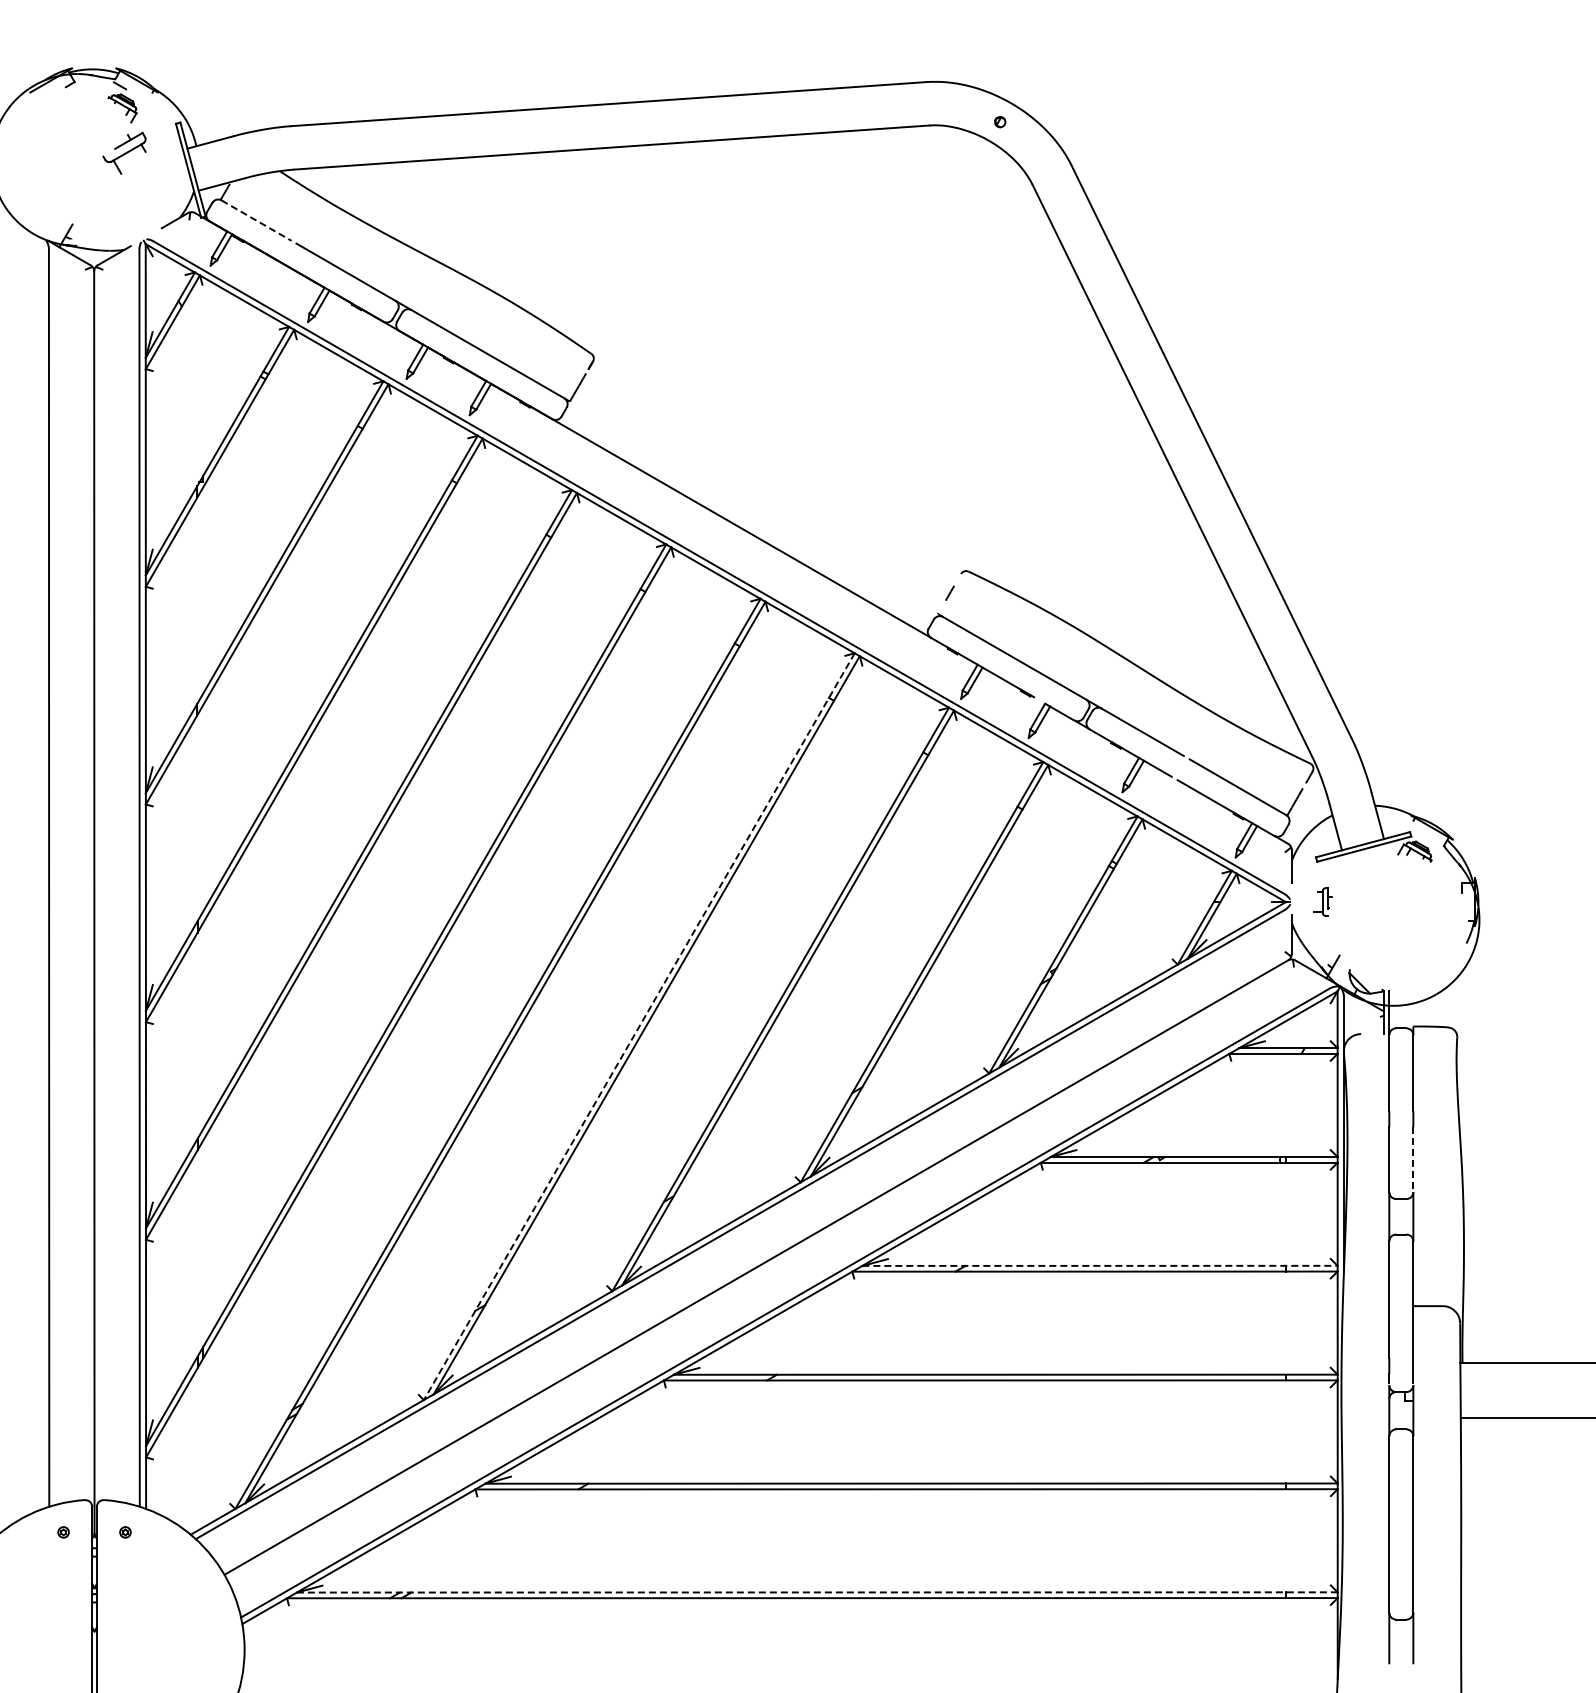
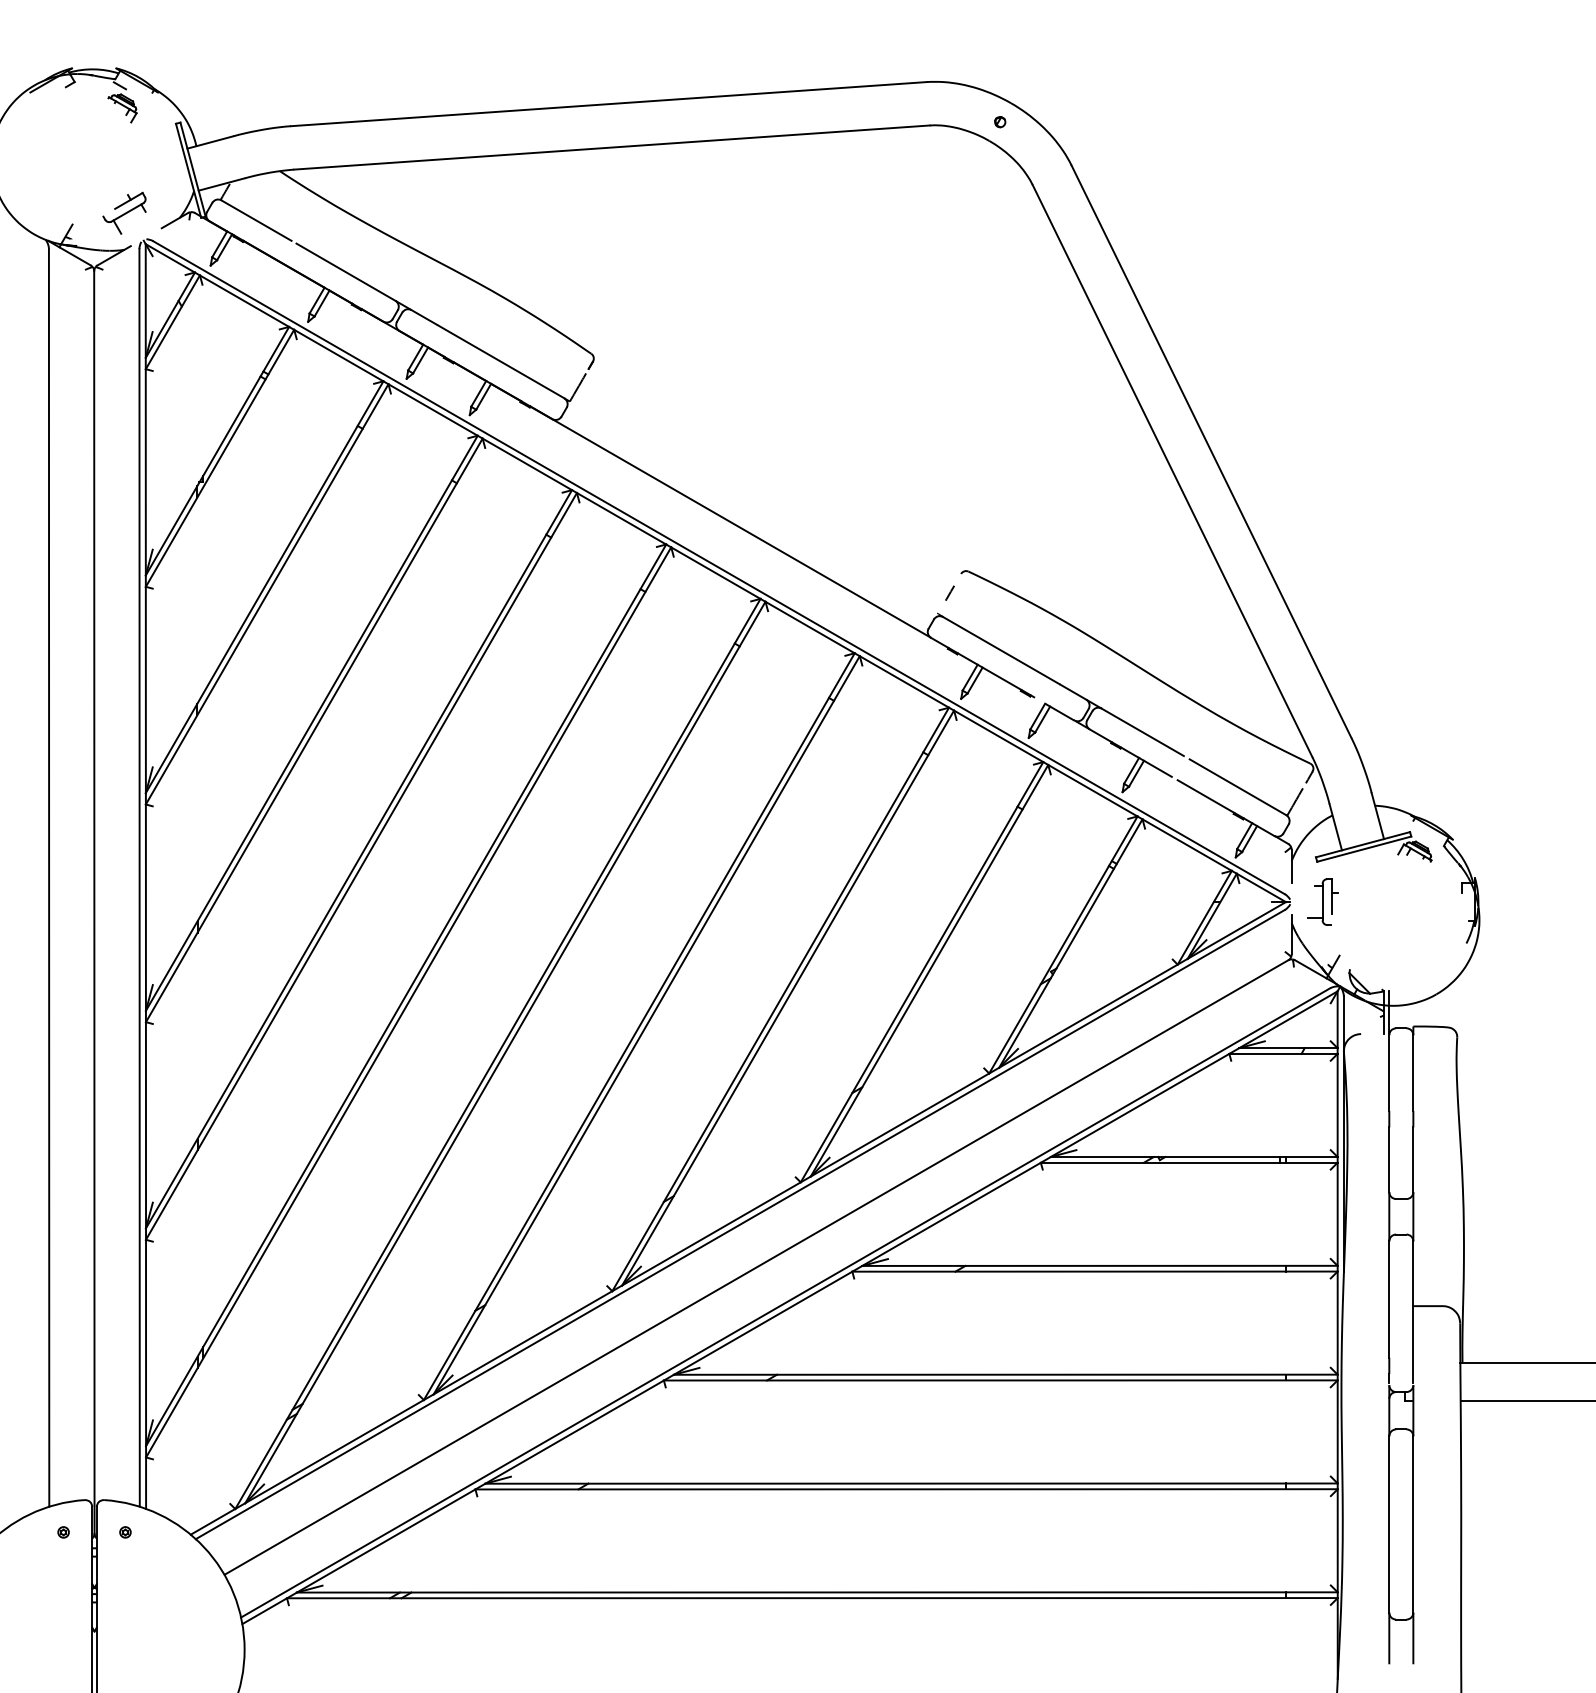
part at (124, 152) position: (124, 152) -> (124, 212)
line at (257, 220): dashed -> solid
part at (1322, 901) size: 20x30 px -> 32x48 px
line at (639, 1027): dashed -> solid
line at (1413, 1160): dashed -> solid
line at (1099, 1265): dashed -> solid
line at (1526, 1418) position: (1526, 1418) -> (1526, 1401)
line at (817, 1592): dashed -> solid
